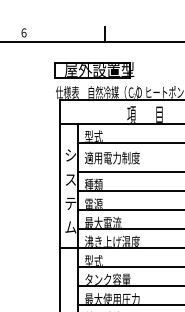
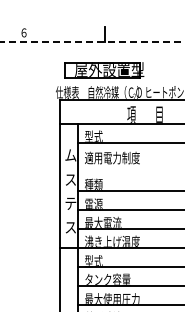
line at (92, 42): solid -> dashed
part at (94, 70) position: (94, 70) -> (104, 70)
text at (70, 155): シ -> ム
line at (129, 171): present -> none
text at (70, 227): ム -> ス
